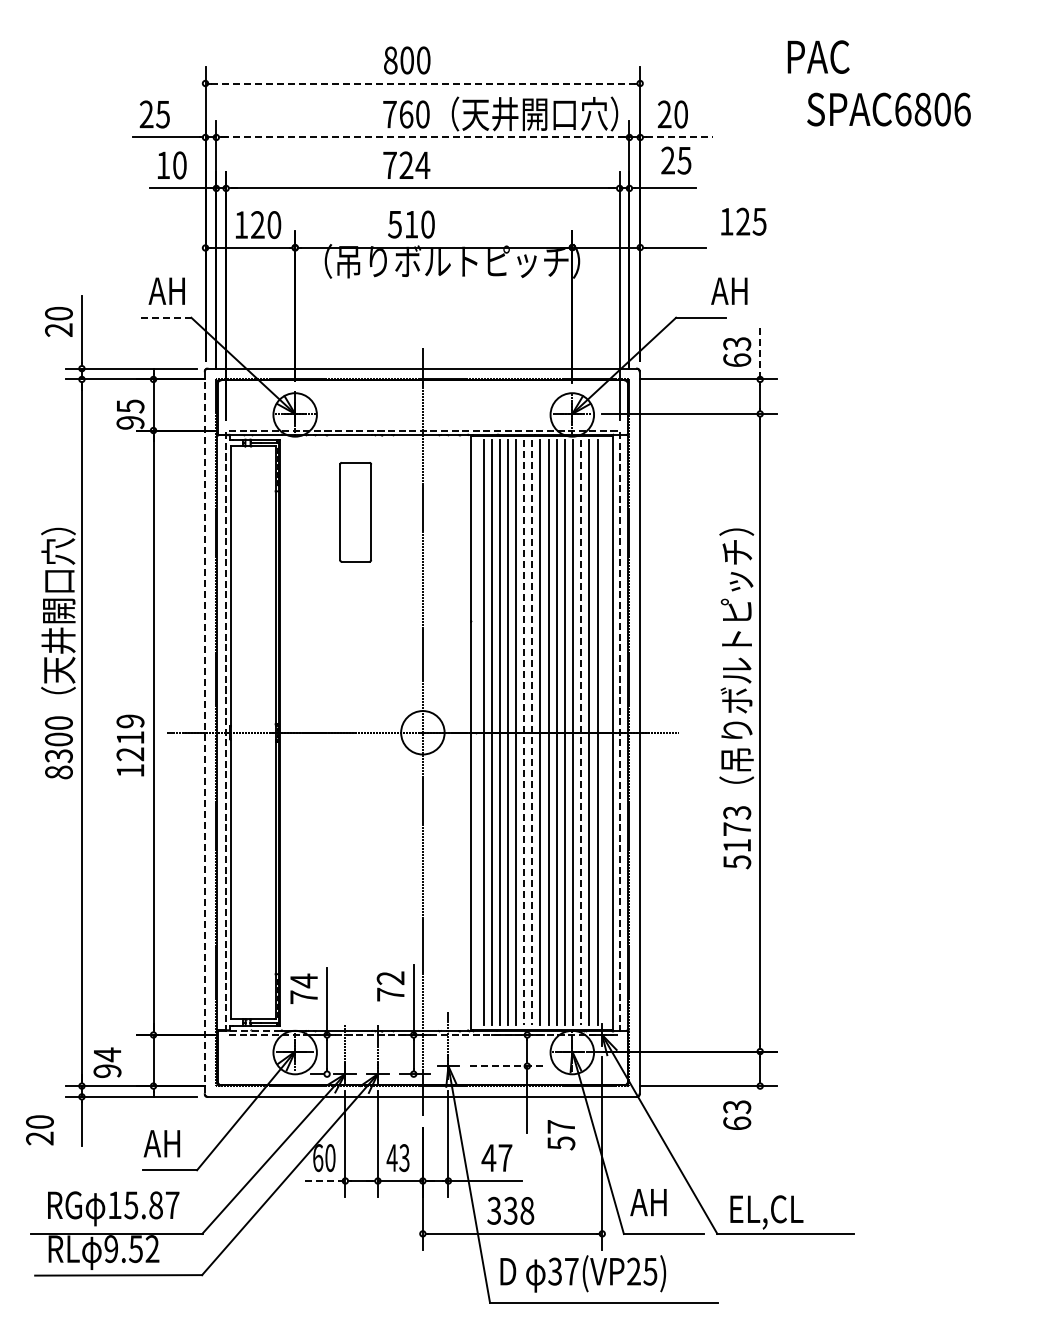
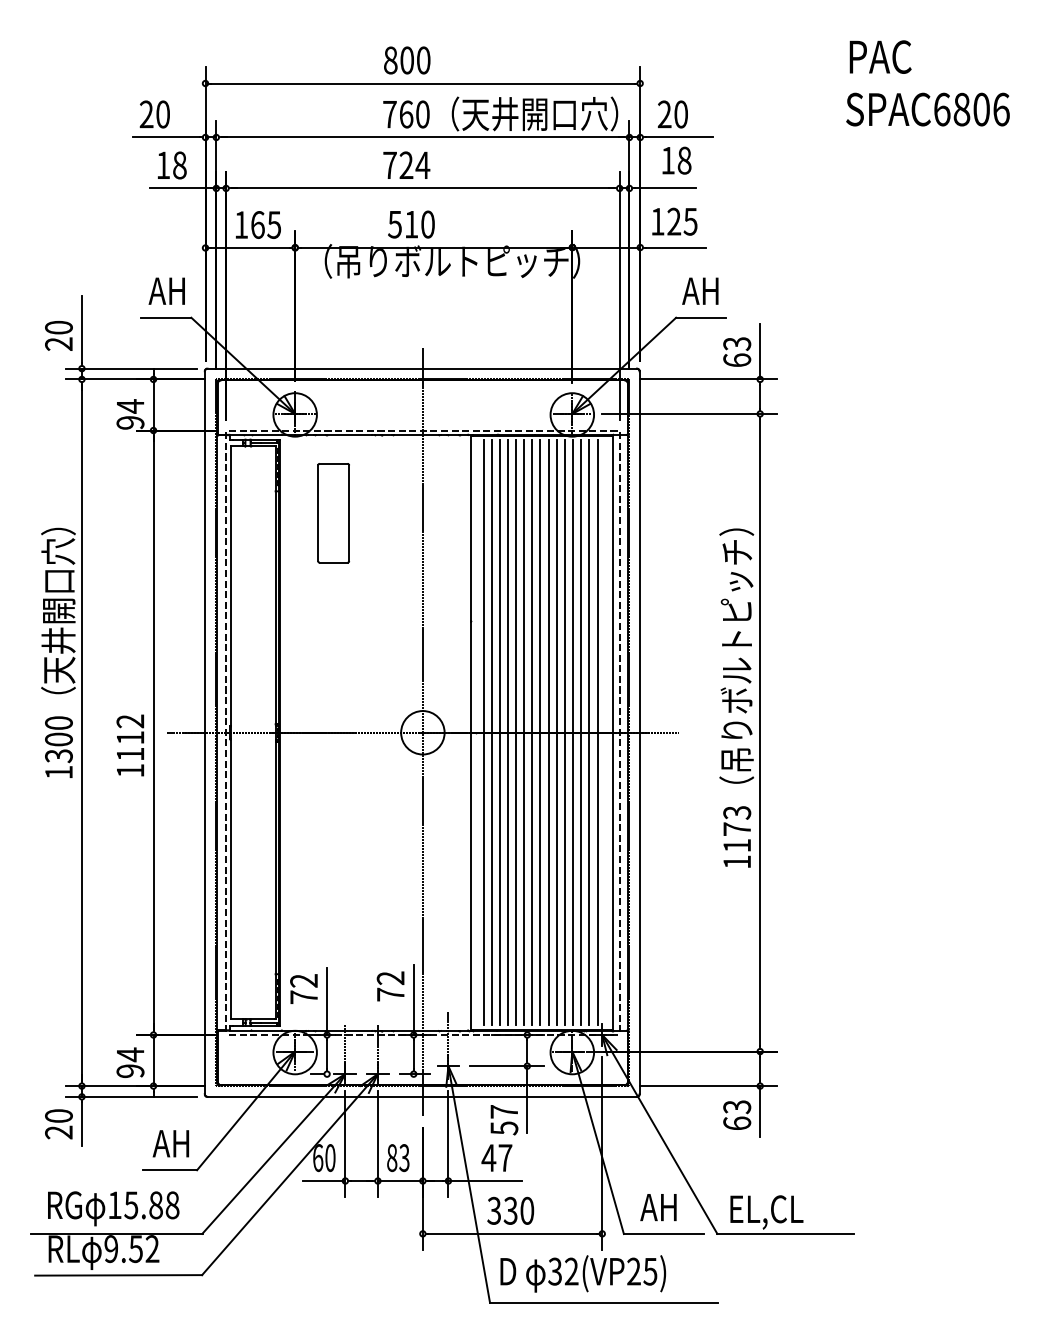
text at (818, 56) position: (818, 56) -> (880, 56)
line at (422, 83): dashed -> solid
text at (888, 109) position: (888, 109) -> (927, 109)
text at (162, 114): 25 -> 20
line at (423, 137): dashed -> solid
line at (679, 137): dashed -> solid
text at (676, 160): 25 -> 18
text at (179, 165): 10 -> 18
text at (743, 221) position: (743, 221) -> (674, 221)
text at (266, 225): 120 -> 165
text at (729, 290) position: (729, 290) -> (700, 290)
line at (166, 317): dashed -> solid
text at (58, 321) position: (58, 321) -> (58, 335)
line at (760, 351): dashed -> solid
text at (130, 406): 95 -> 94
part at (355, 512) position: (355, 512) -> (333, 513)
line at (524, 732): dashed -> solid
line at (532, 732): dashed -> solid
line at (581, 732): dashed -> solid
line at (204, 733): dashed -> solid
text at (130, 737): 1219 -> 1112
text at (58, 772): 8300 -> 1300
text at (737, 862): 5173 -> 1173
text at (303, 980): 74 -> 72
line at (255, 1030): dashed -> solid
text at (107, 1062) position: (107, 1062) -> (130, 1062)
line at (506, 1066): dashed -> solid
line at (760, 1111): none -> present
text at (39, 1130) position: (39, 1130) -> (58, 1124)
text at (561, 1135) position: (561, 1135) -> (504, 1120)
text at (161, 1143) position: (161, 1143) -> (170, 1143)
text at (391, 1158): 43 -> 83
line at (323, 1181): dashed -> solid
text at (648, 1202) position: (648, 1202) -> (658, 1207)
text at (172, 1205): 15.87 -> 15.88
text at (527, 1210): 338 -> 330
text at (571, 1271): 37(VP25) -> 32(VP25)
